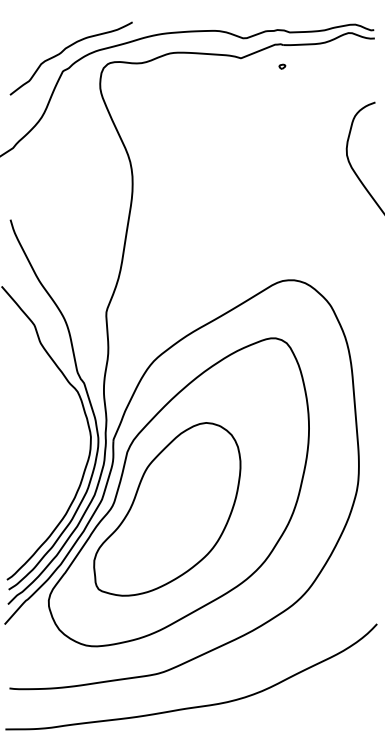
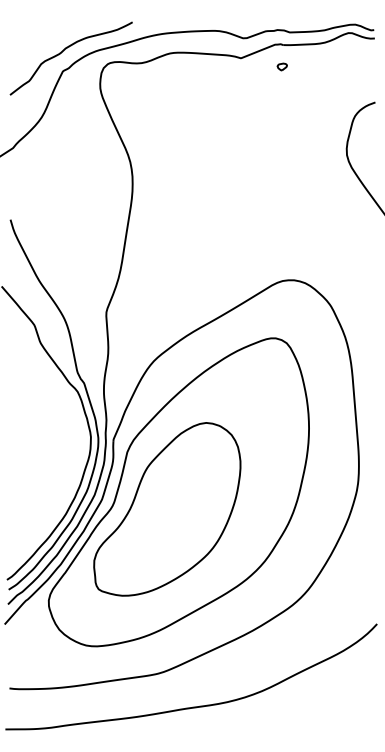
part at (282, 66) size: 9x7 px -> 12x10 px
